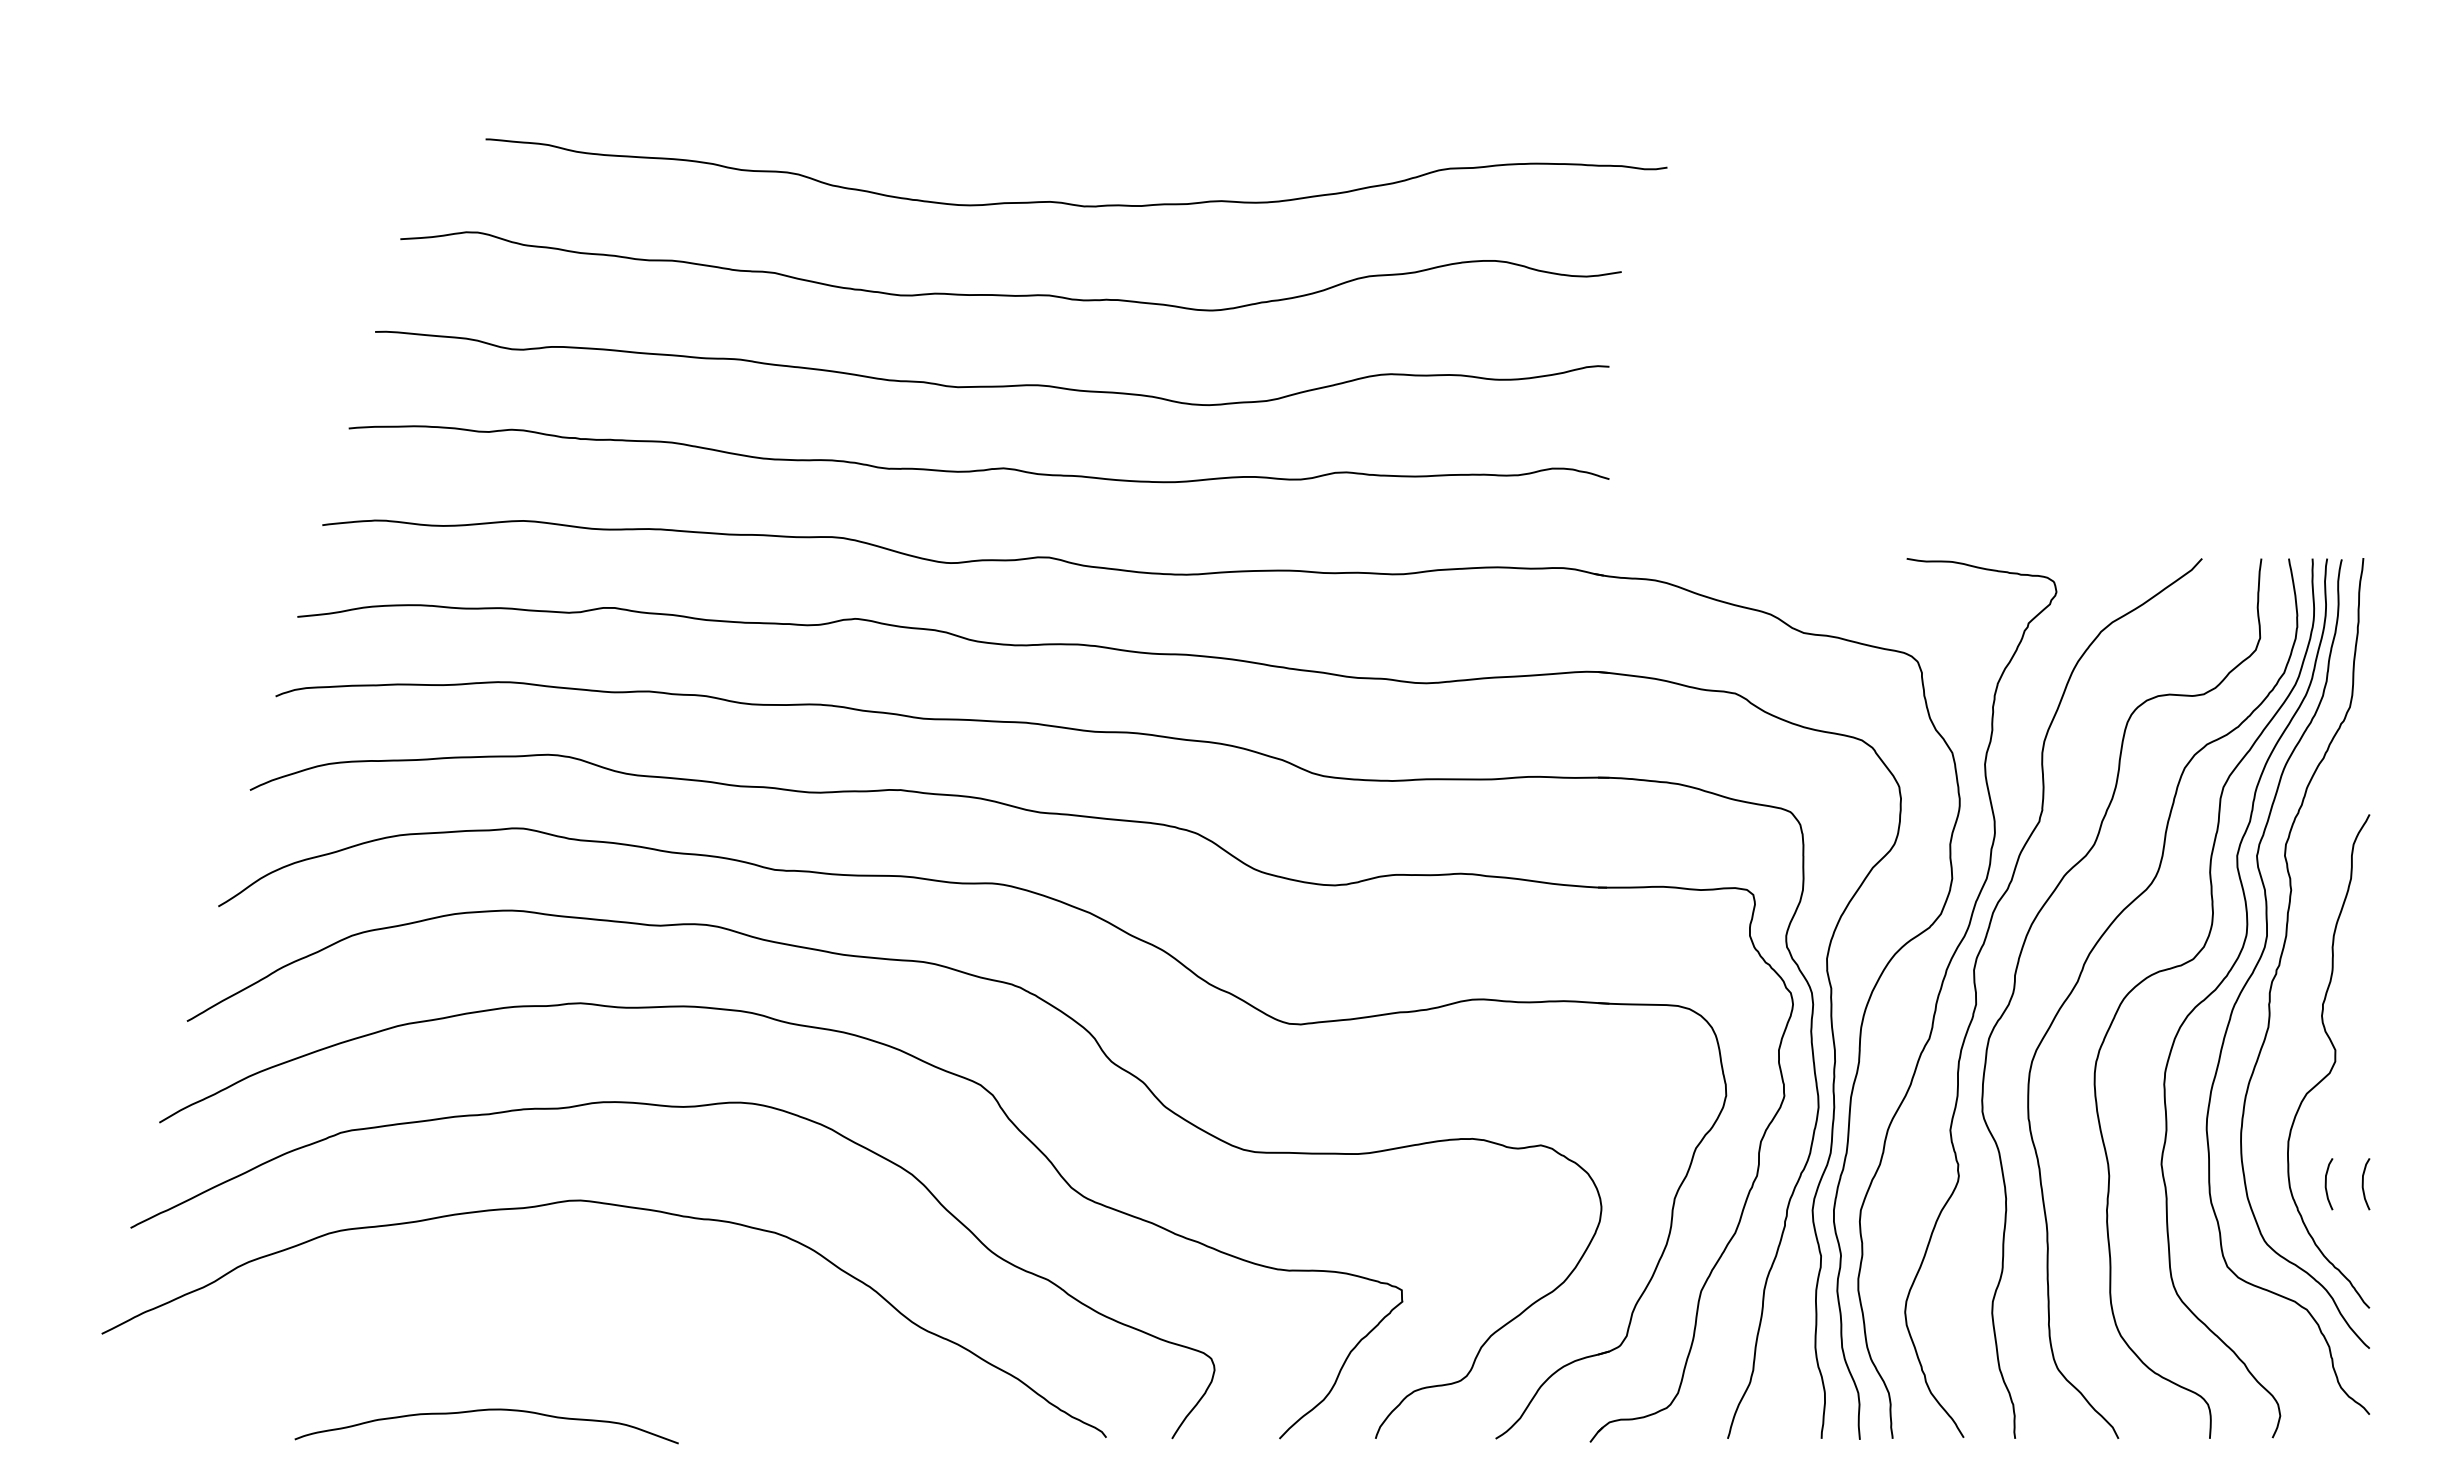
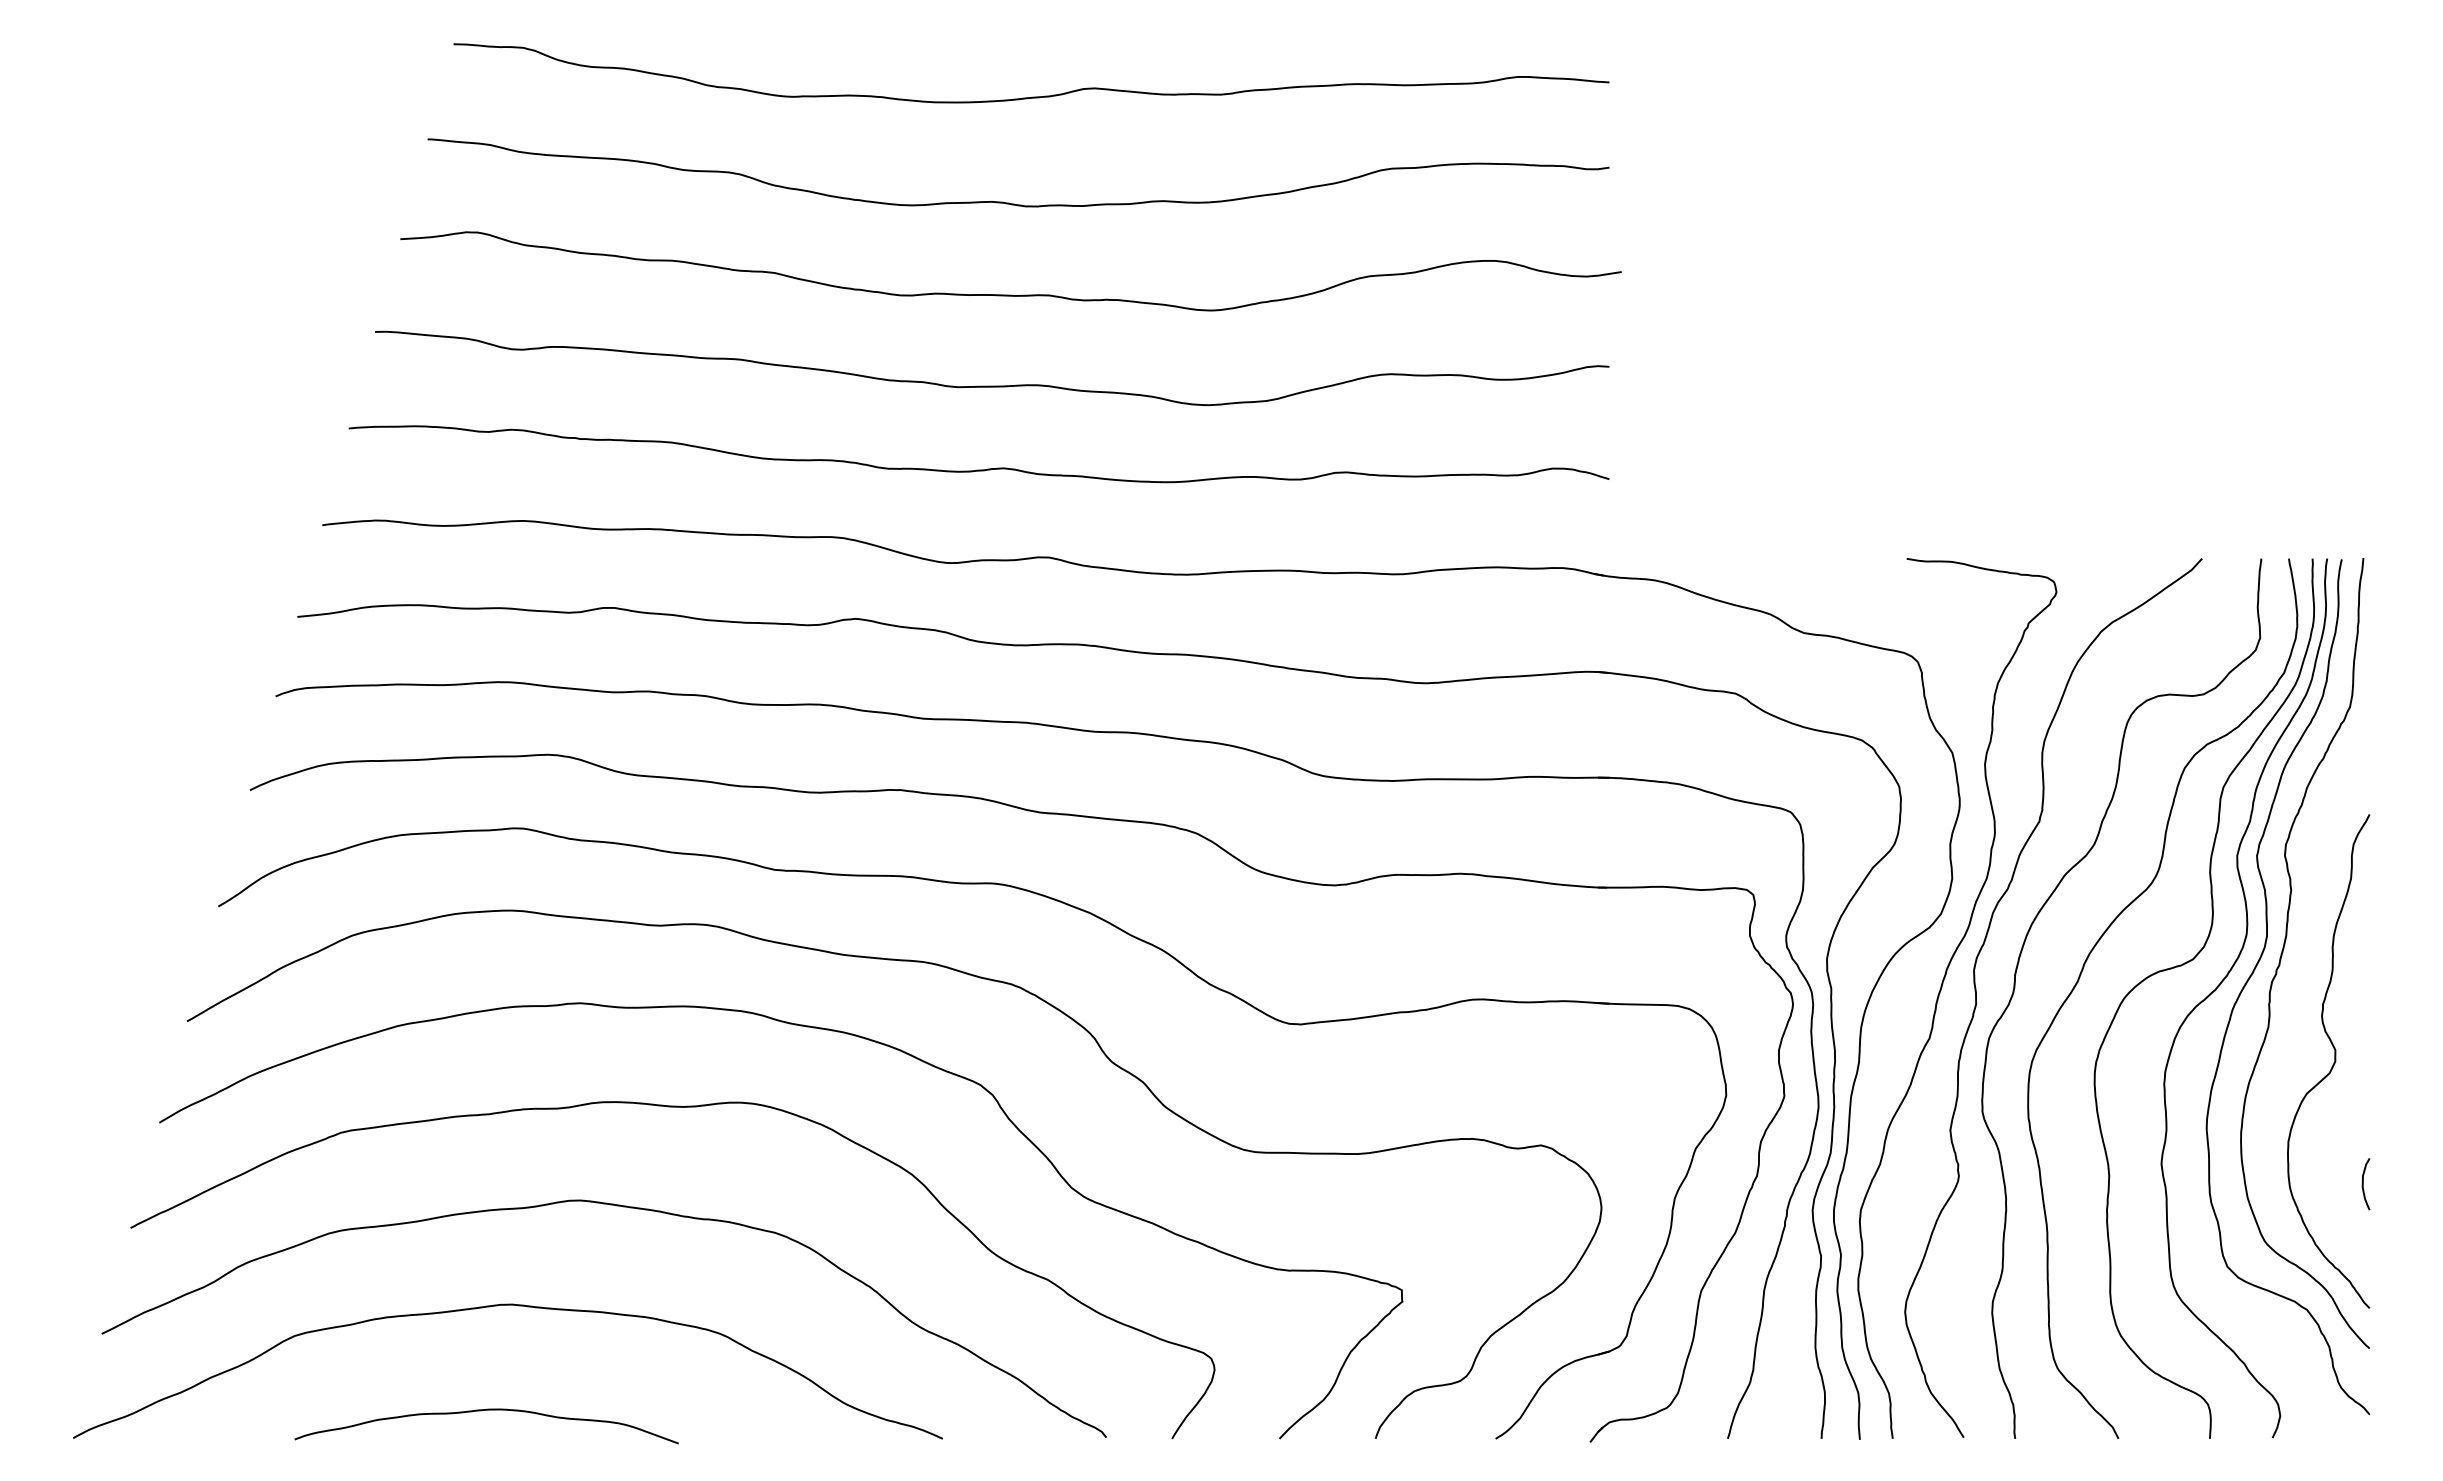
curve at (1032, 96): none -> present
curve at (1072, 203) position: (1072, 203) -> (1014, 203)
curve at (2326, 1184): present -> none
curve at (497, 1306): none -> present
